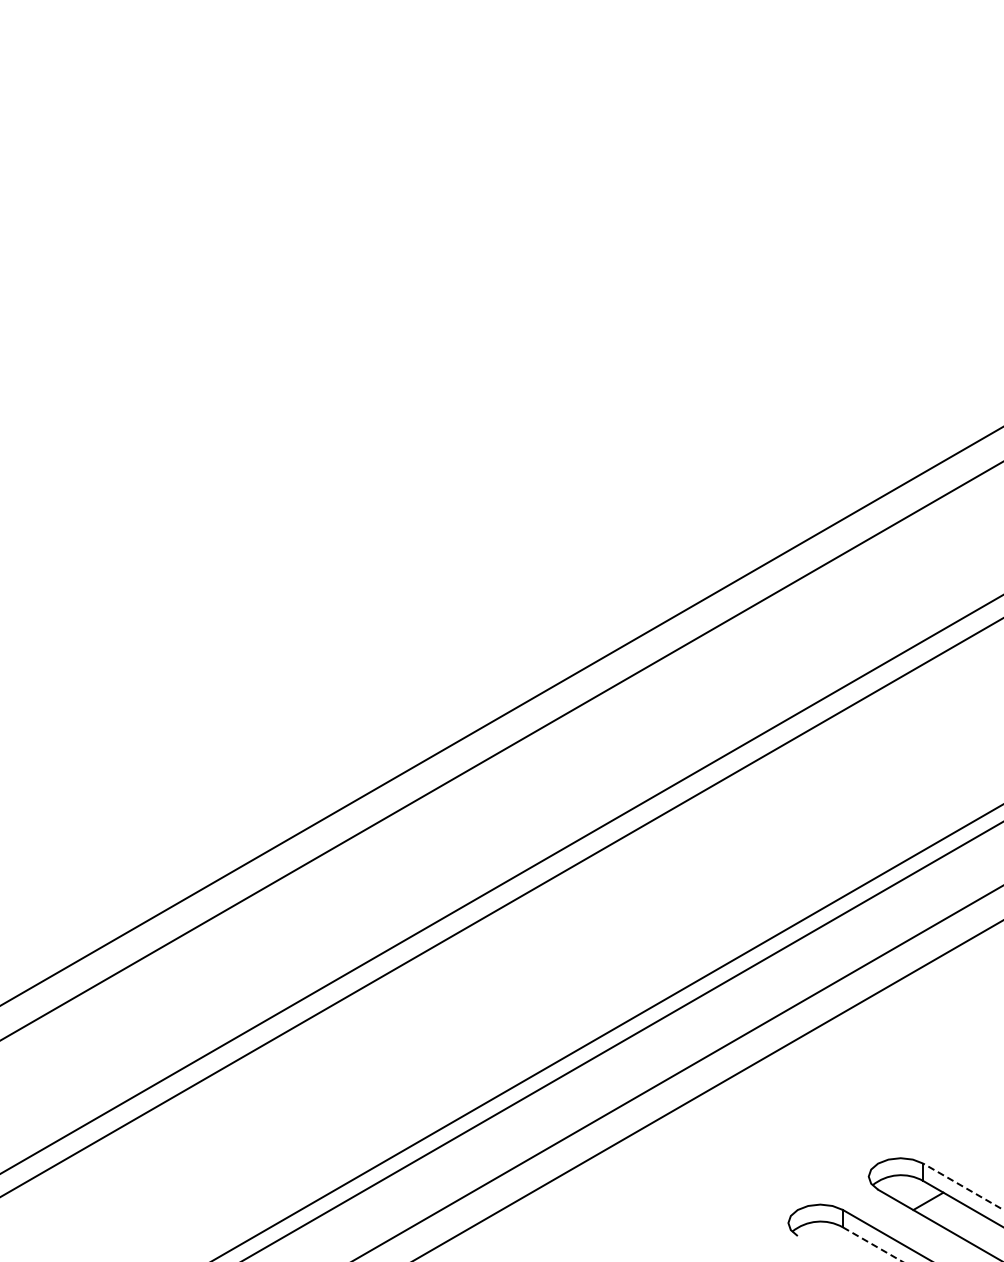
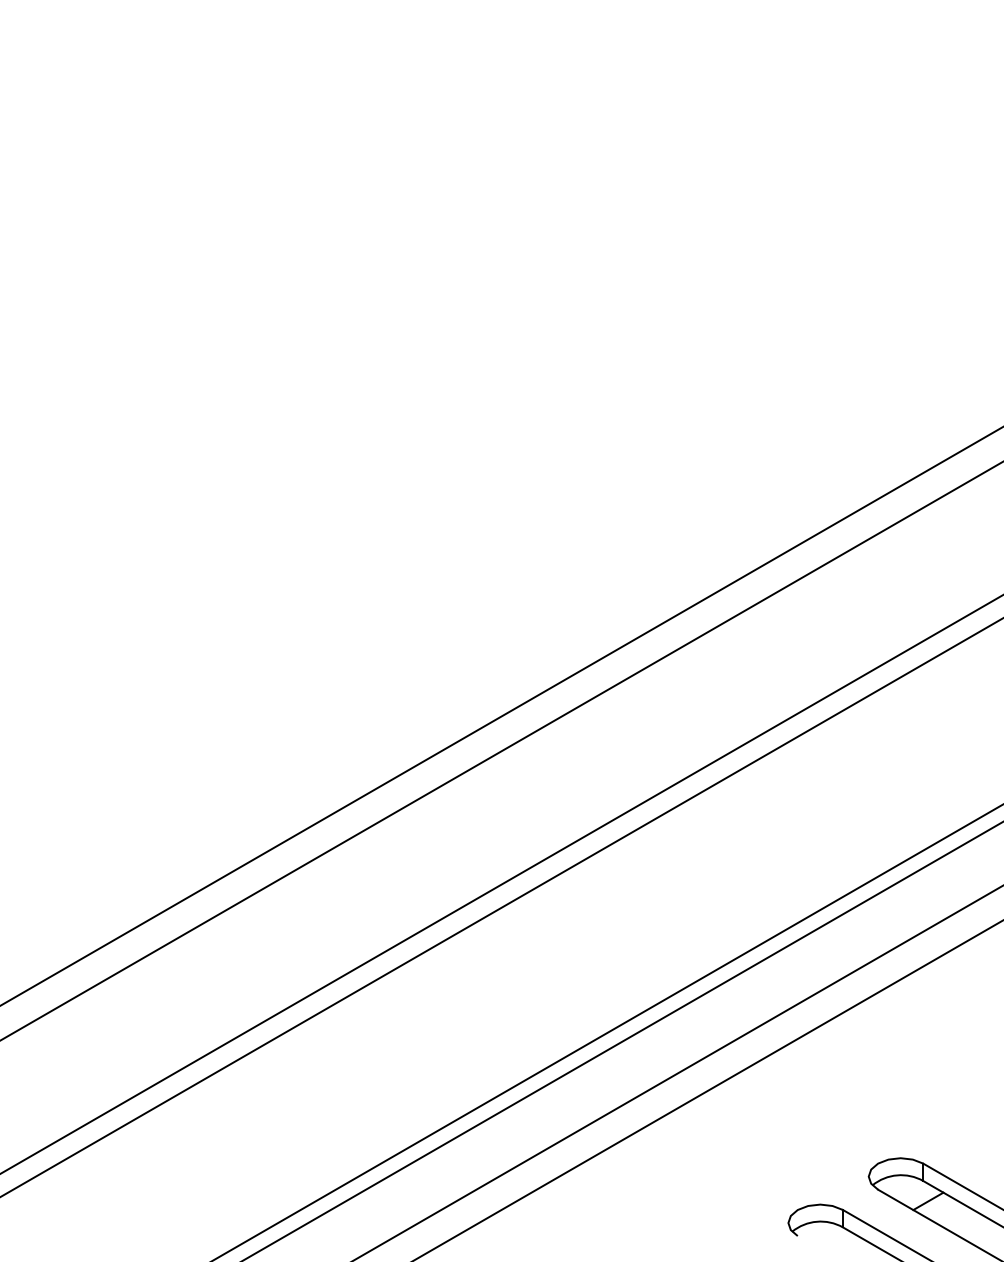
line at (963, 1186): dashed -> solid
line at (873, 1244): dashed -> solid
